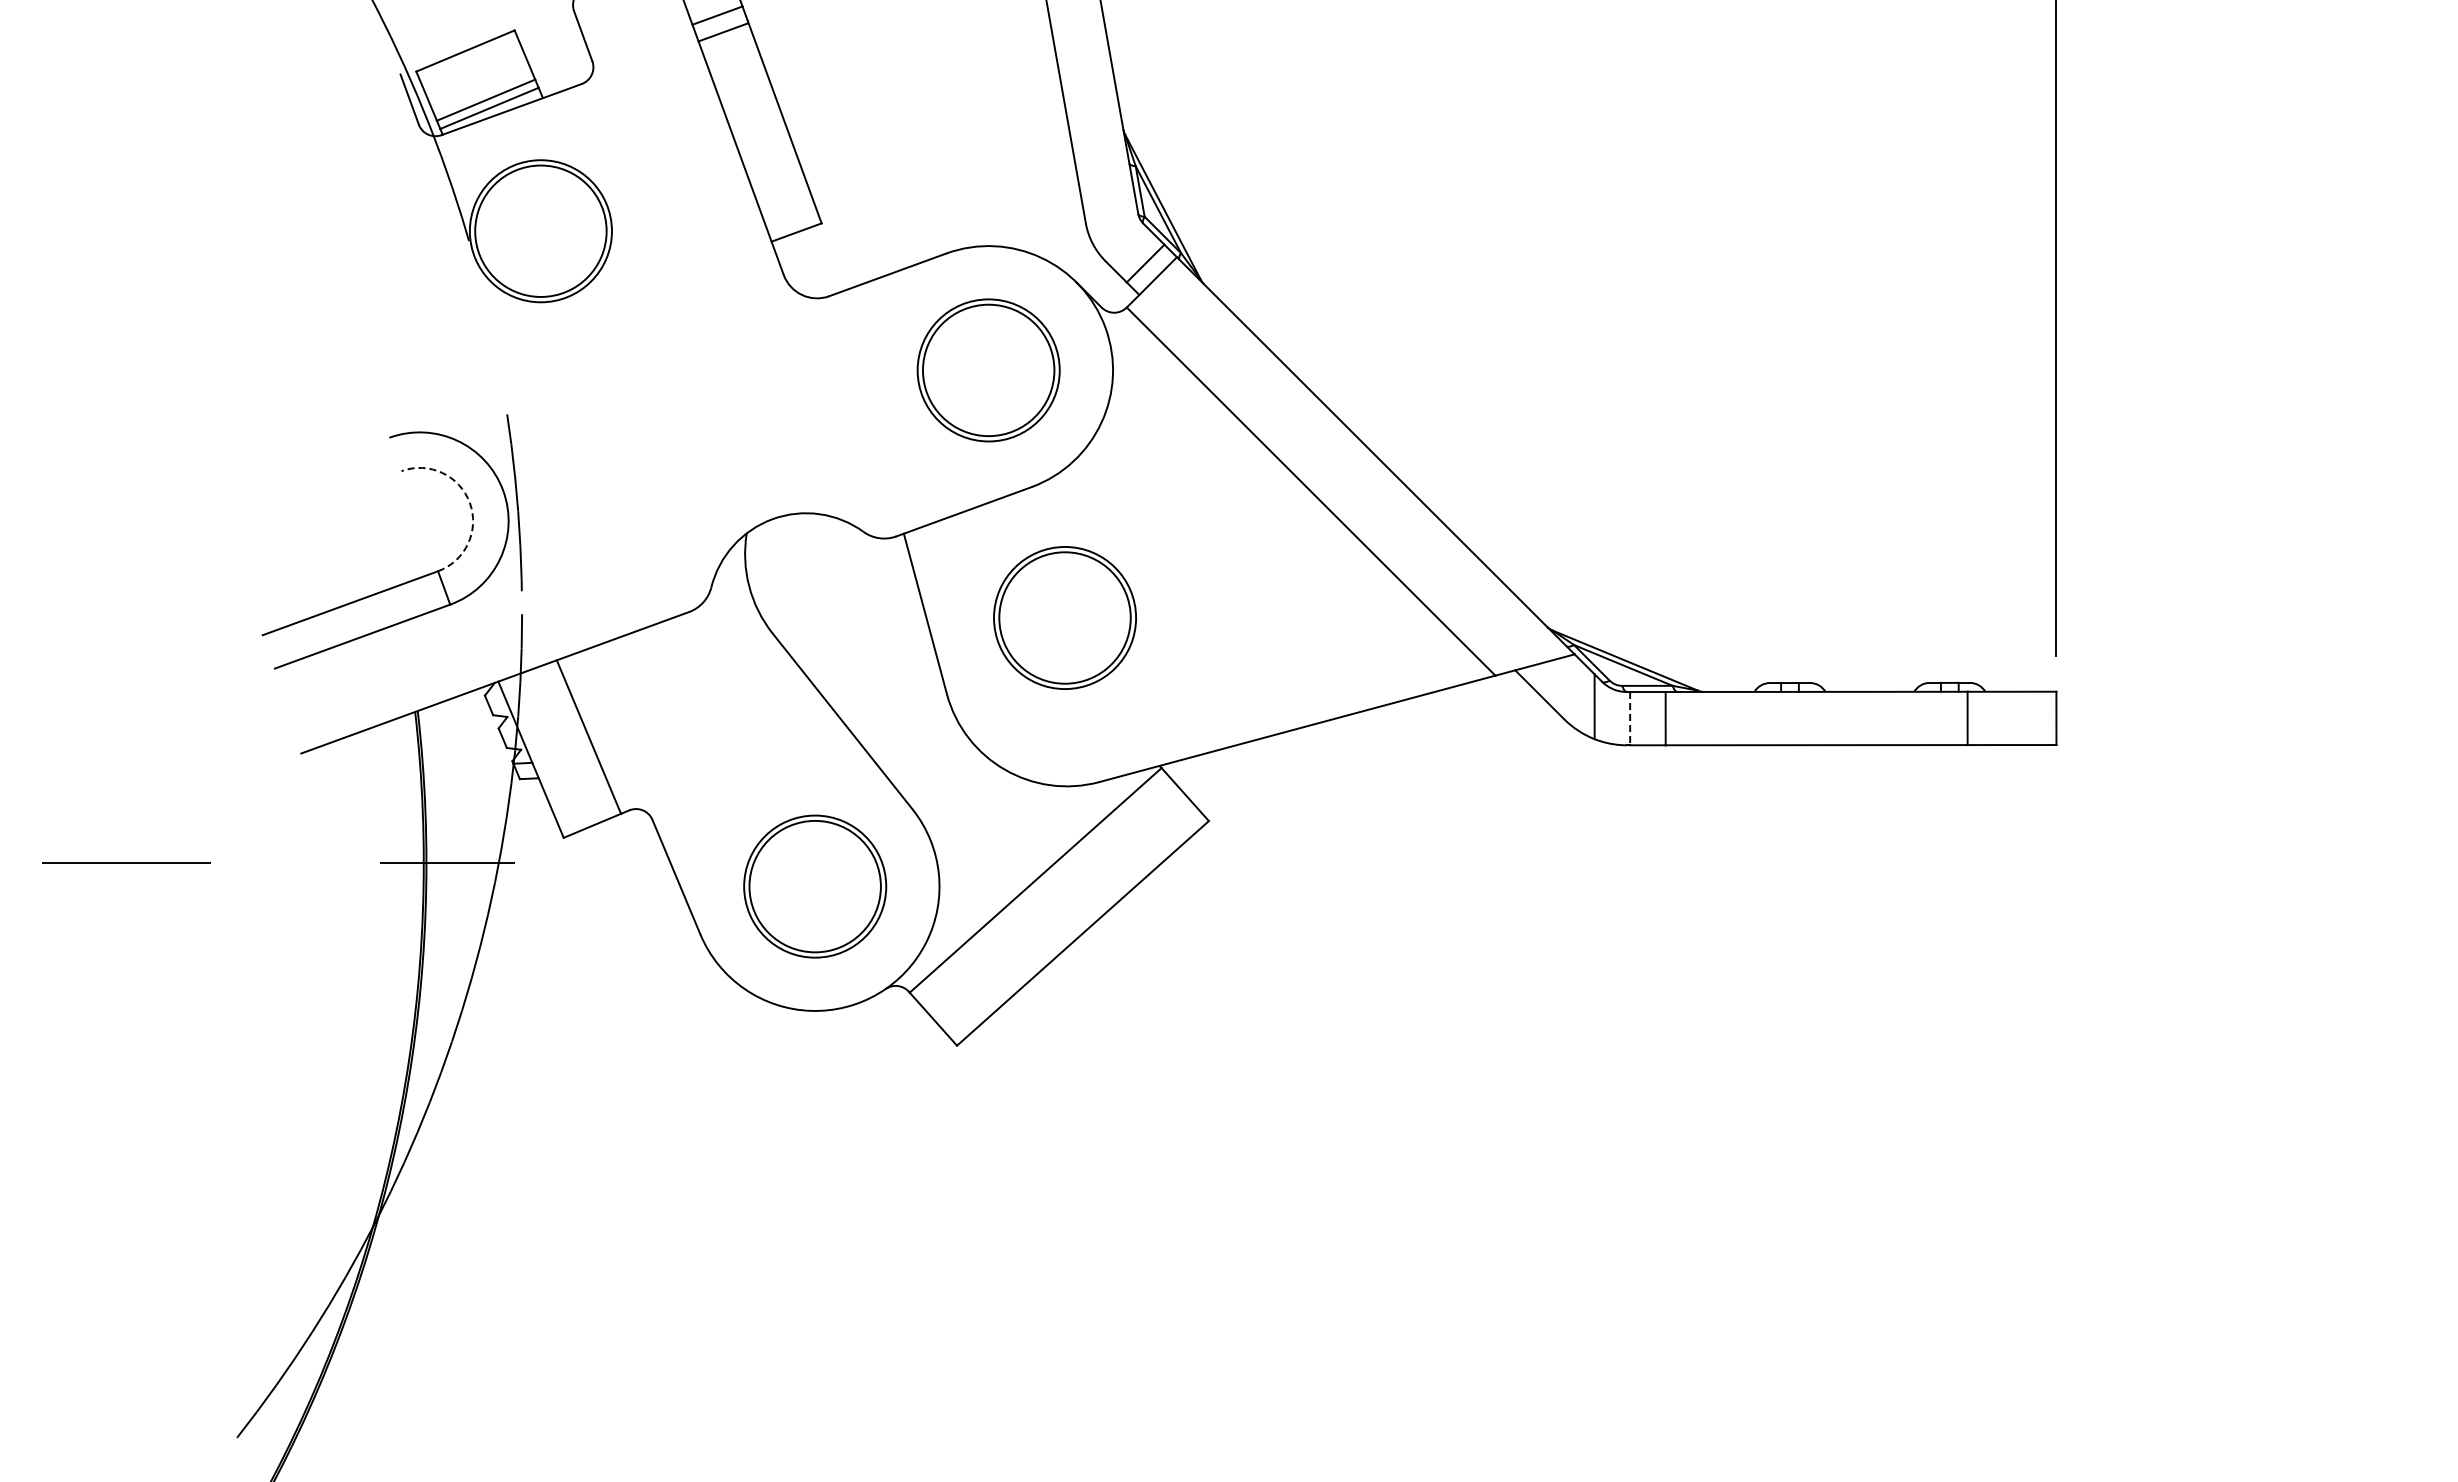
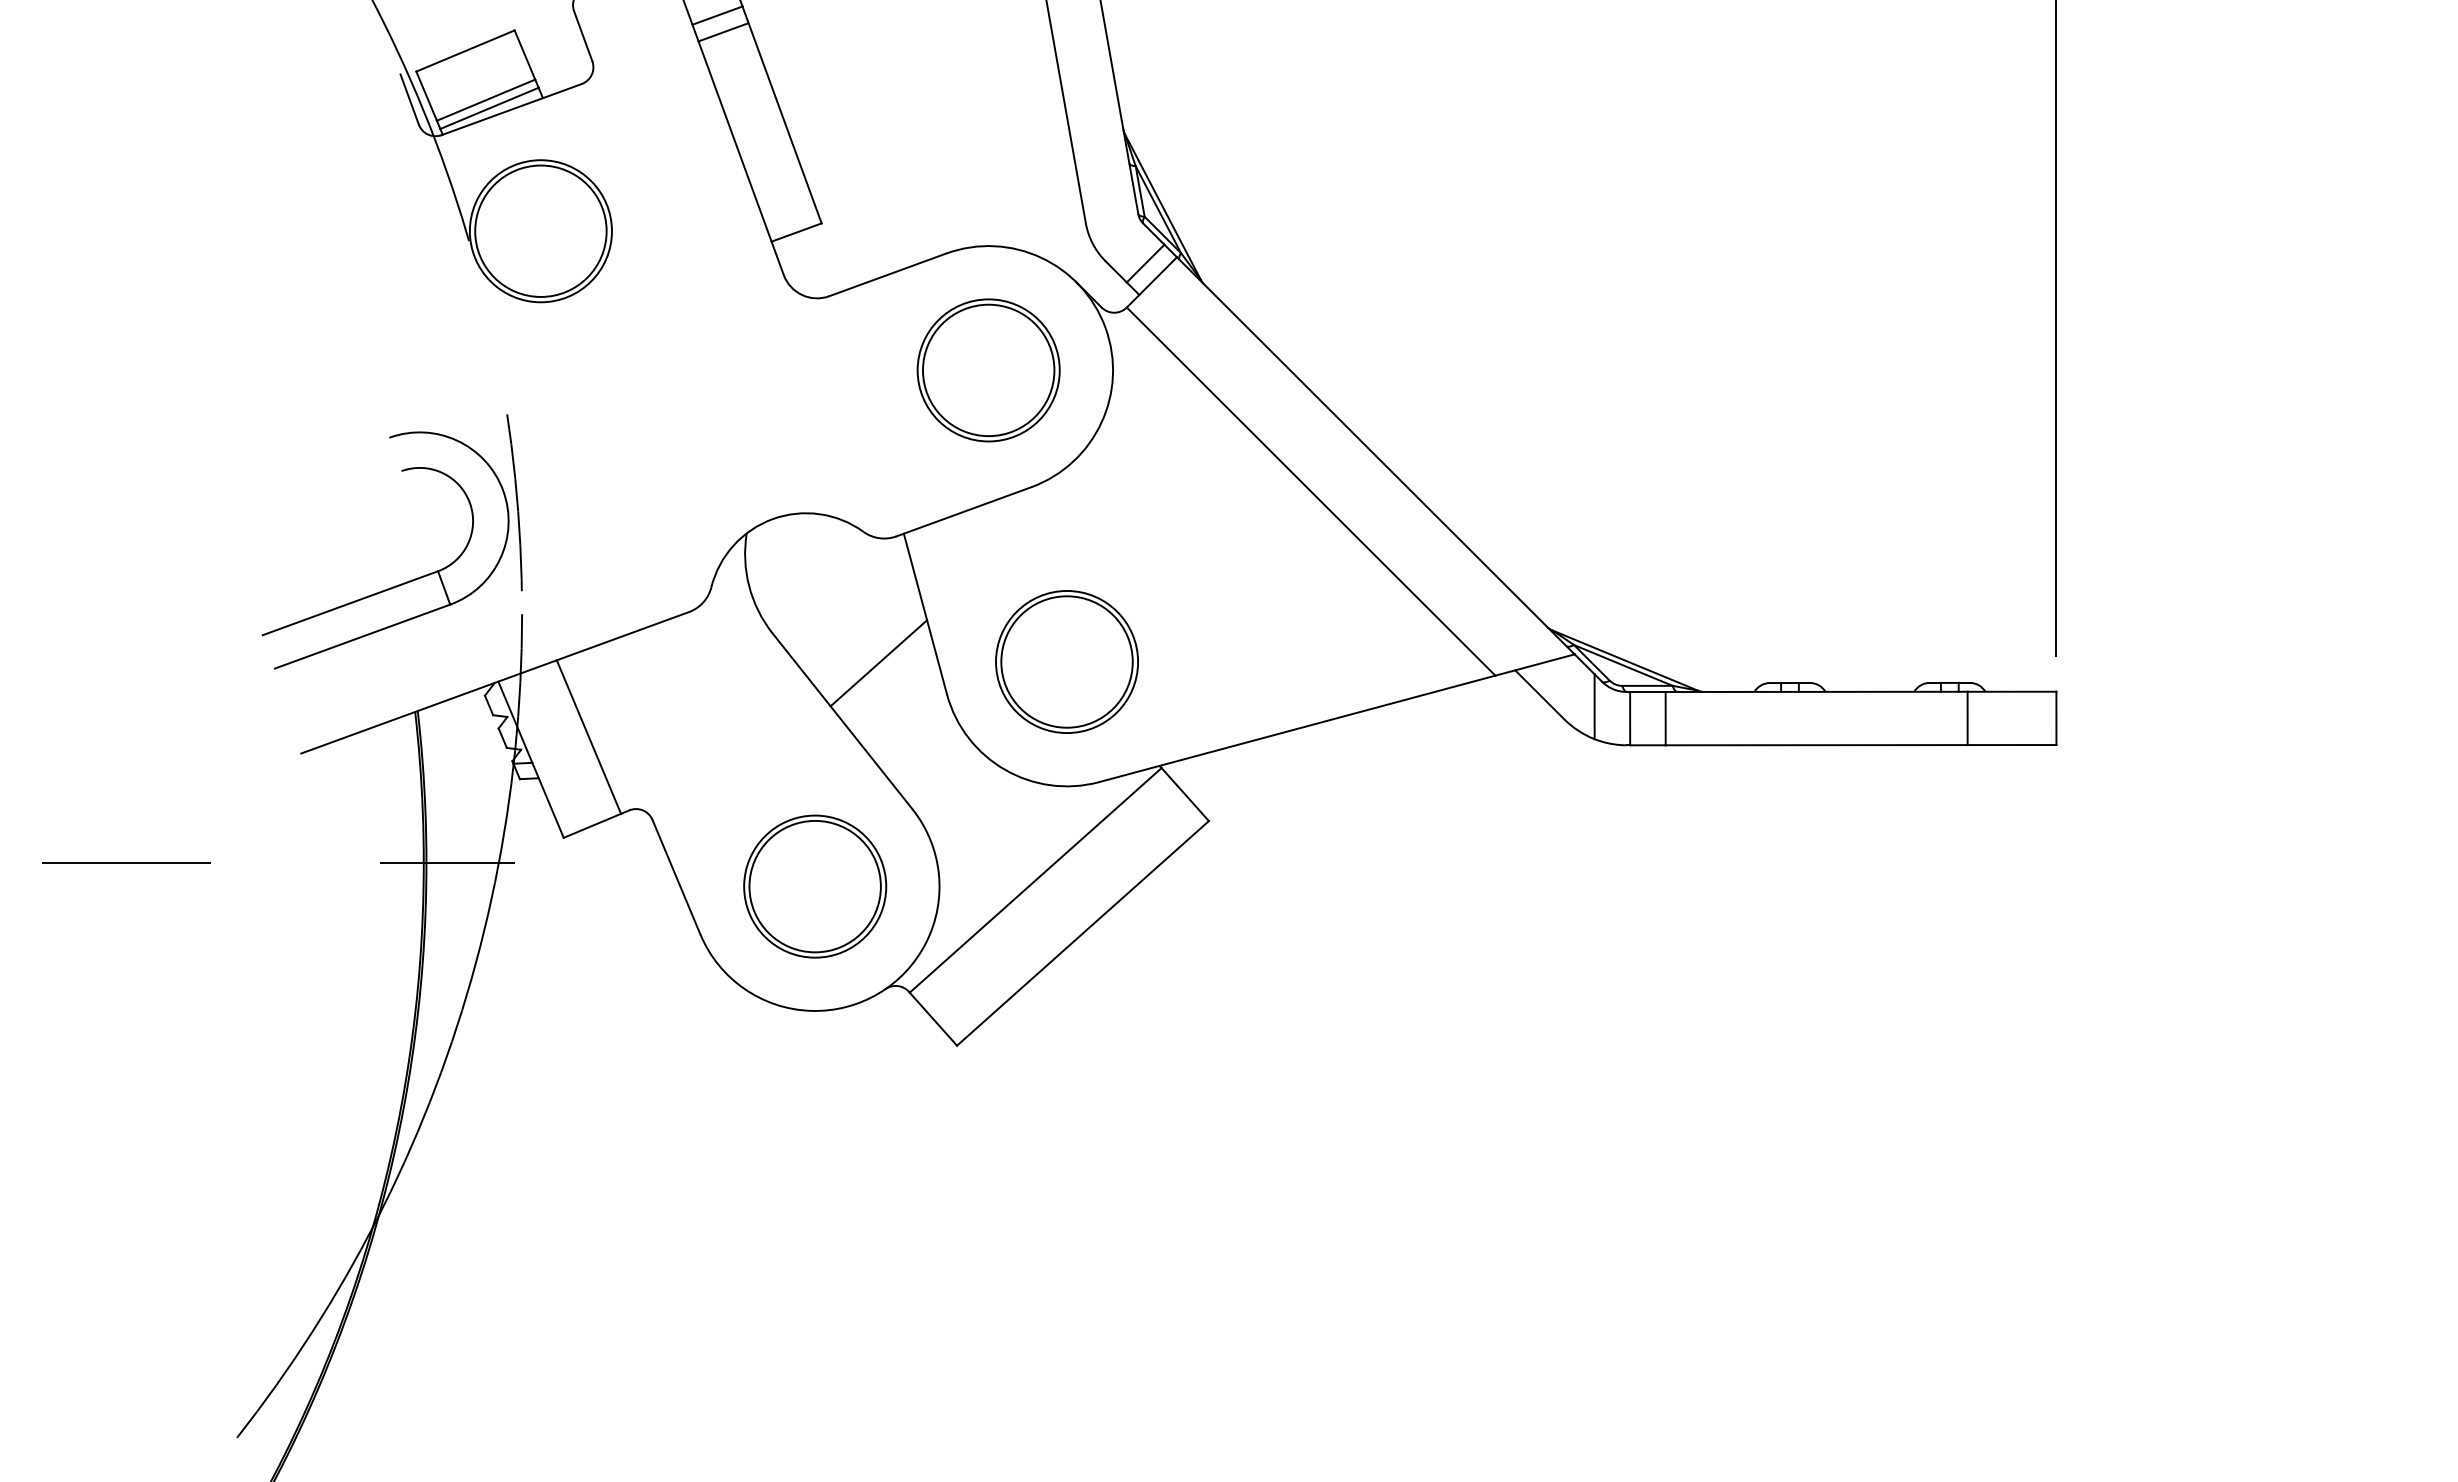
arc at (469, 502): dashed -> solid
part at (1064, 617) position: (1064, 617) -> (1066, 661)
line at (878, 663): none -> present
line at (1630, 718): dashed -> solid
